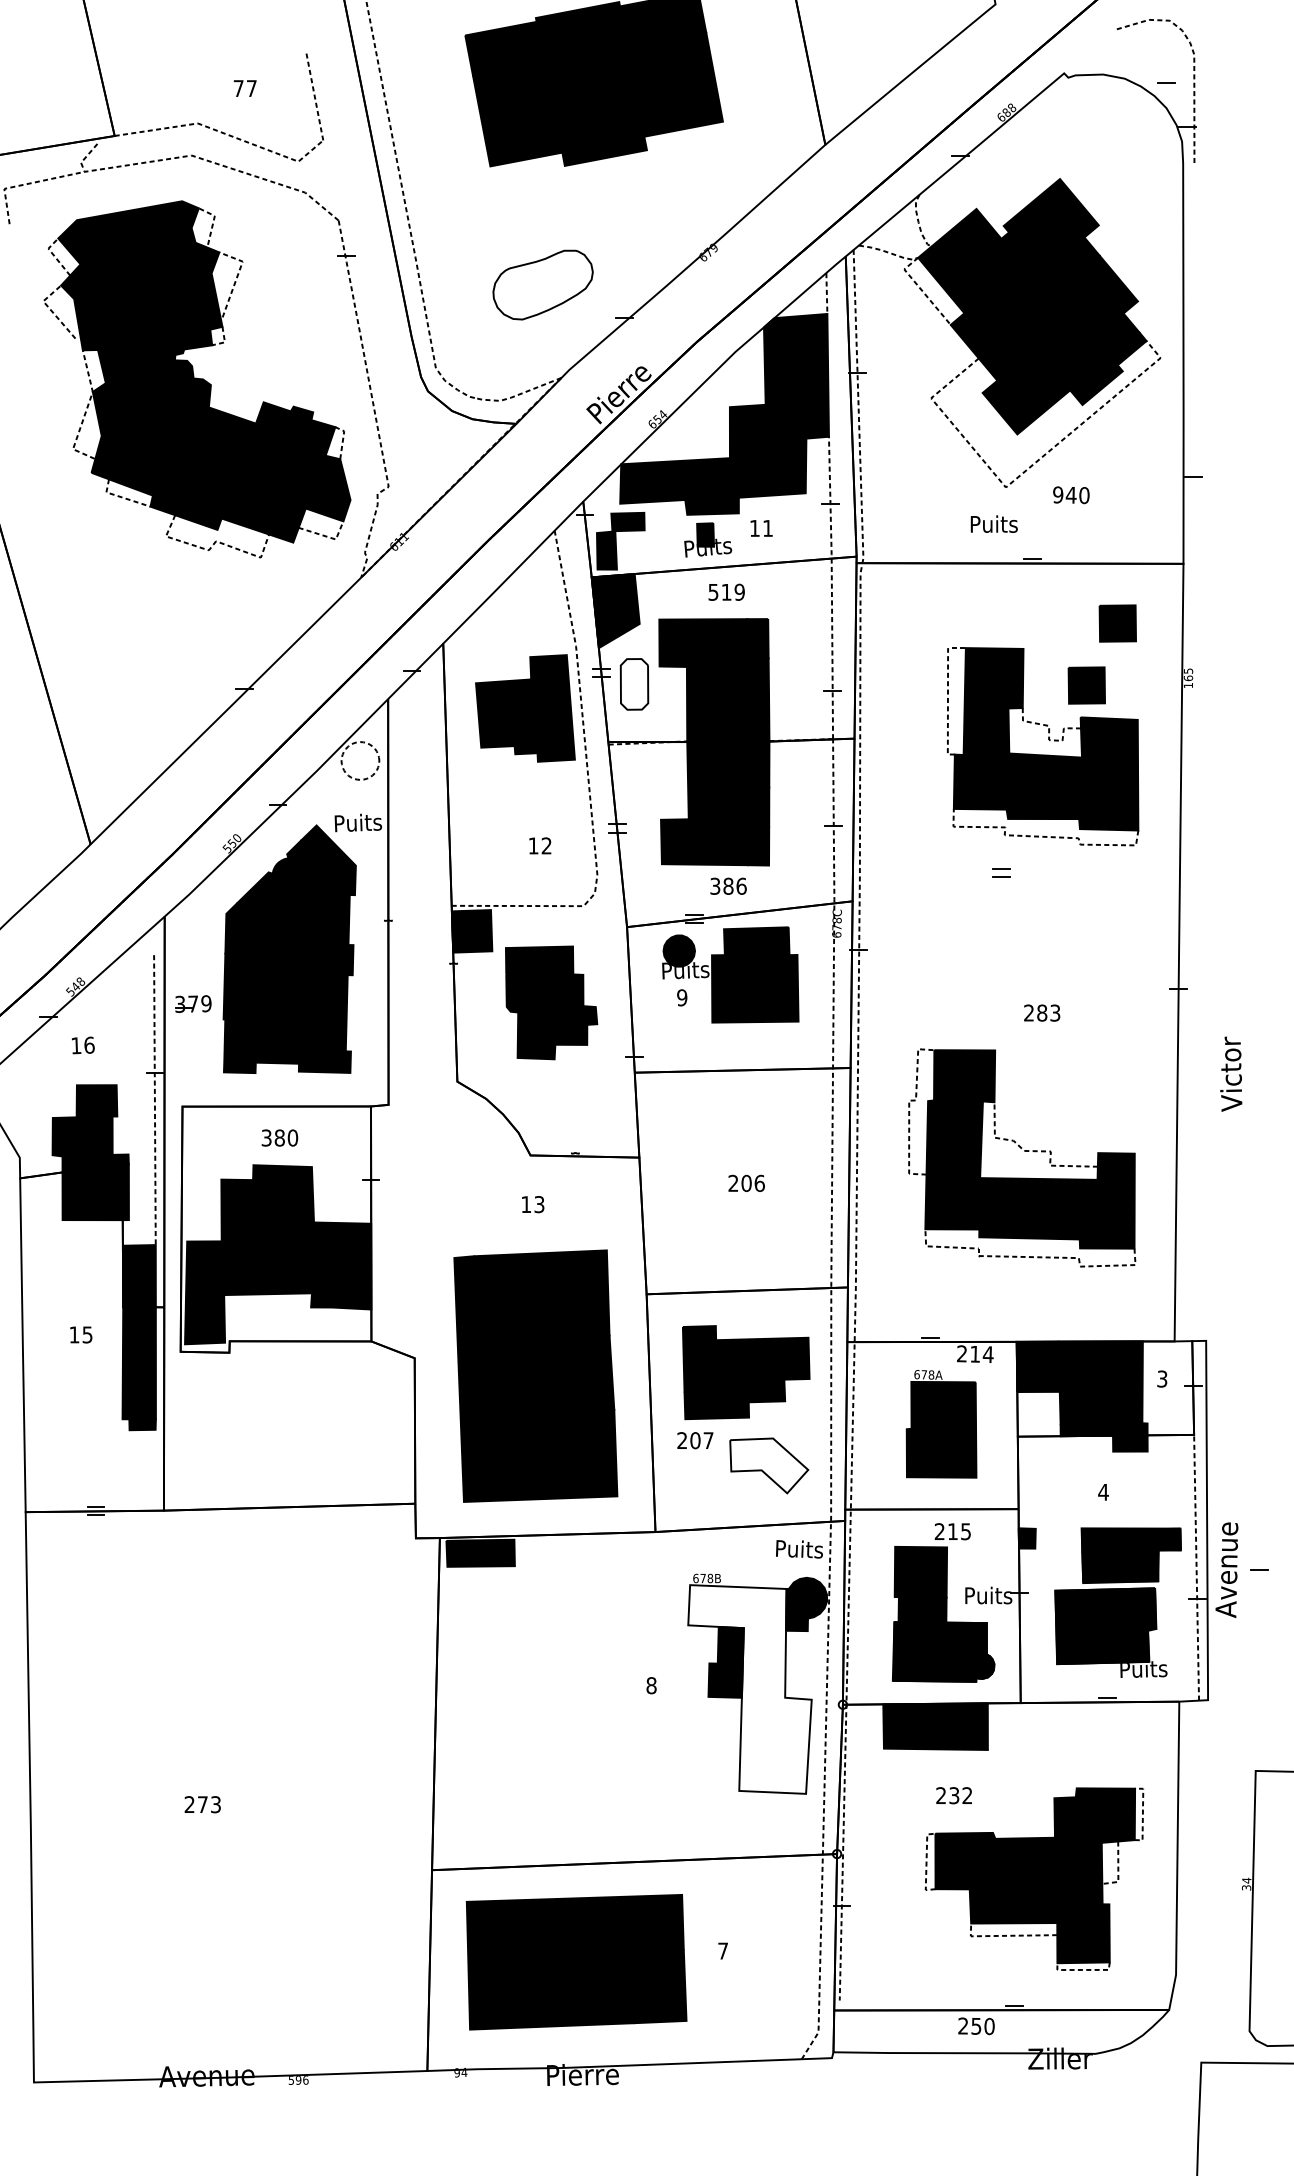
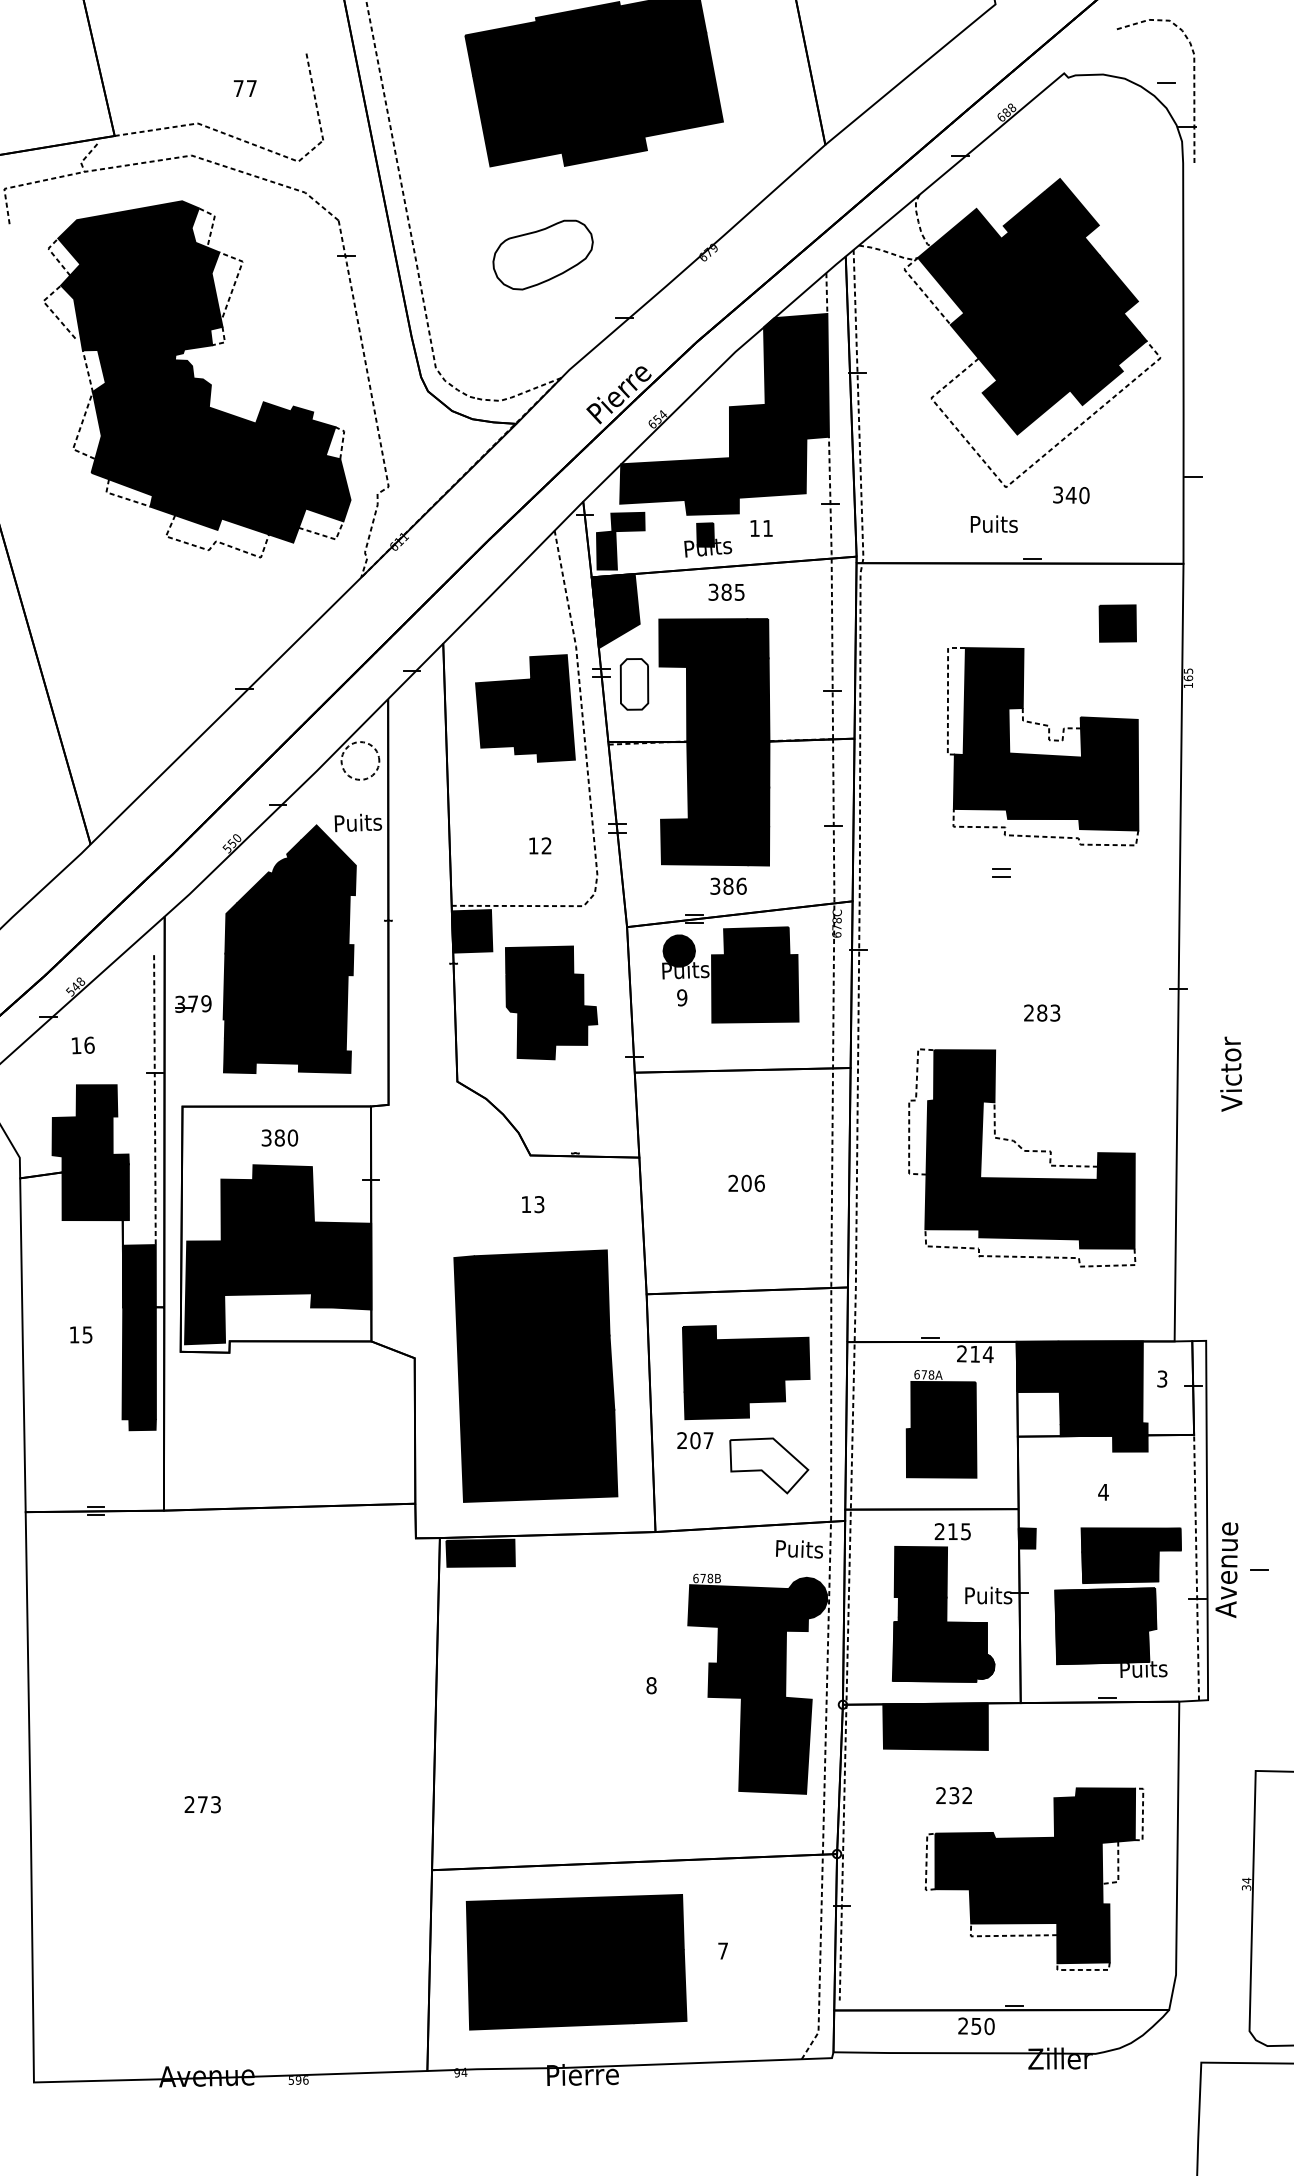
part at (542, 284) position: (542, 284) -> (542, 254)
text at (1058, 494): 940 -> 340
text at (726, 591): 519 -> 385
part at (1086, 685): present -> none
fill at (749, 1689): none -> present
